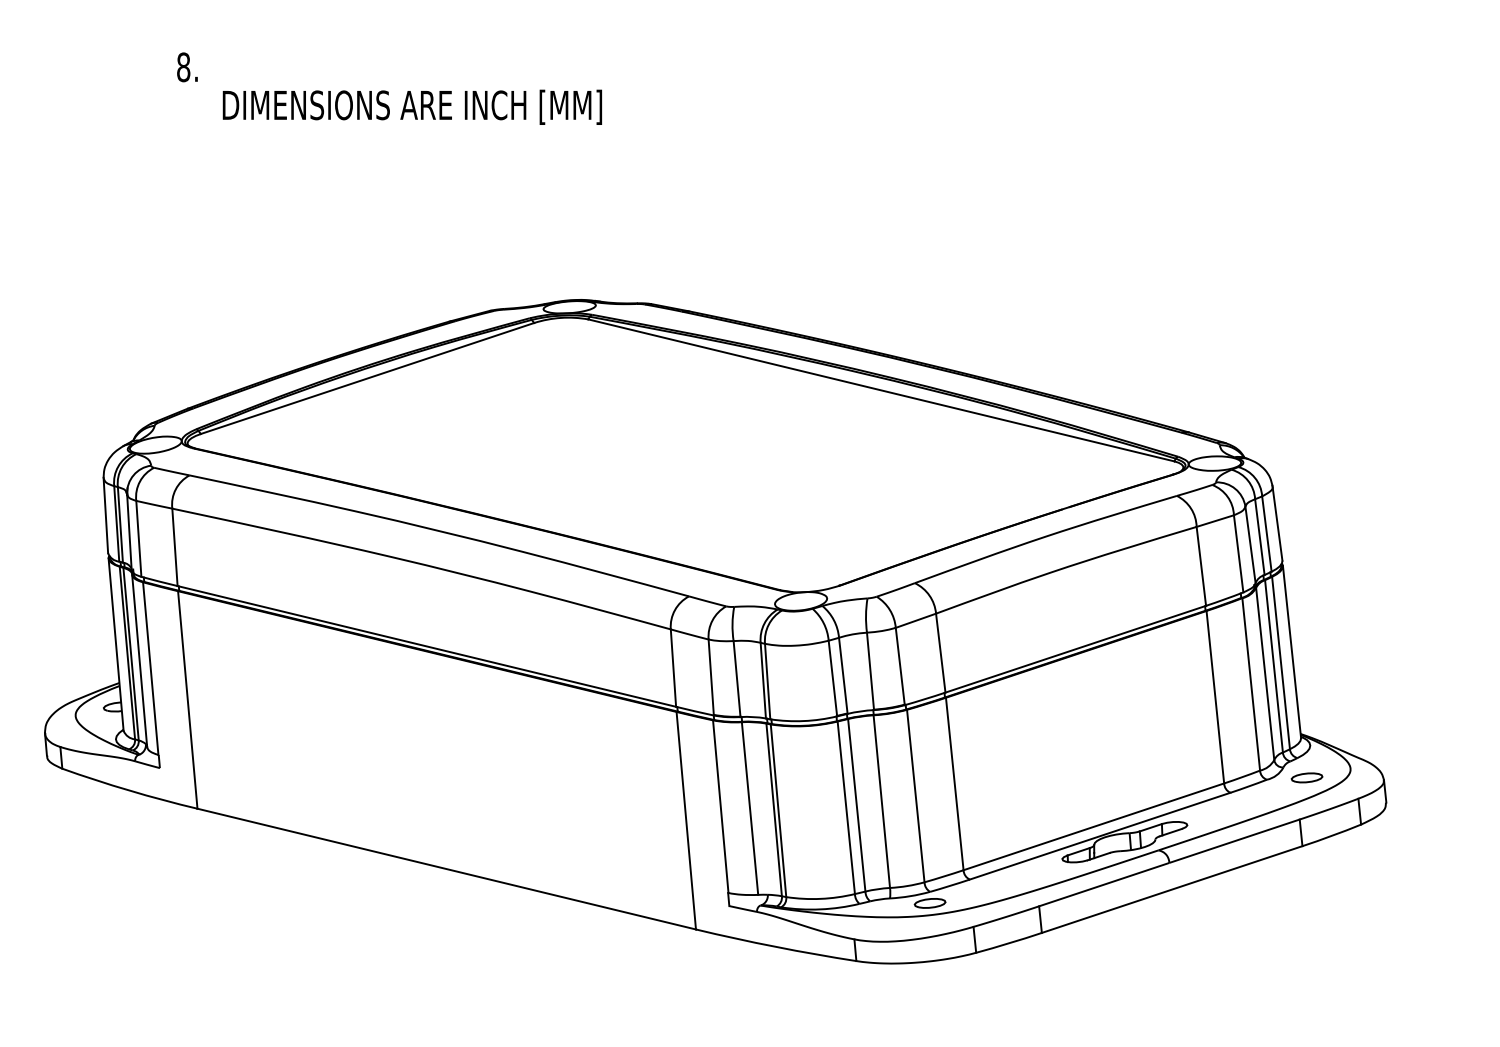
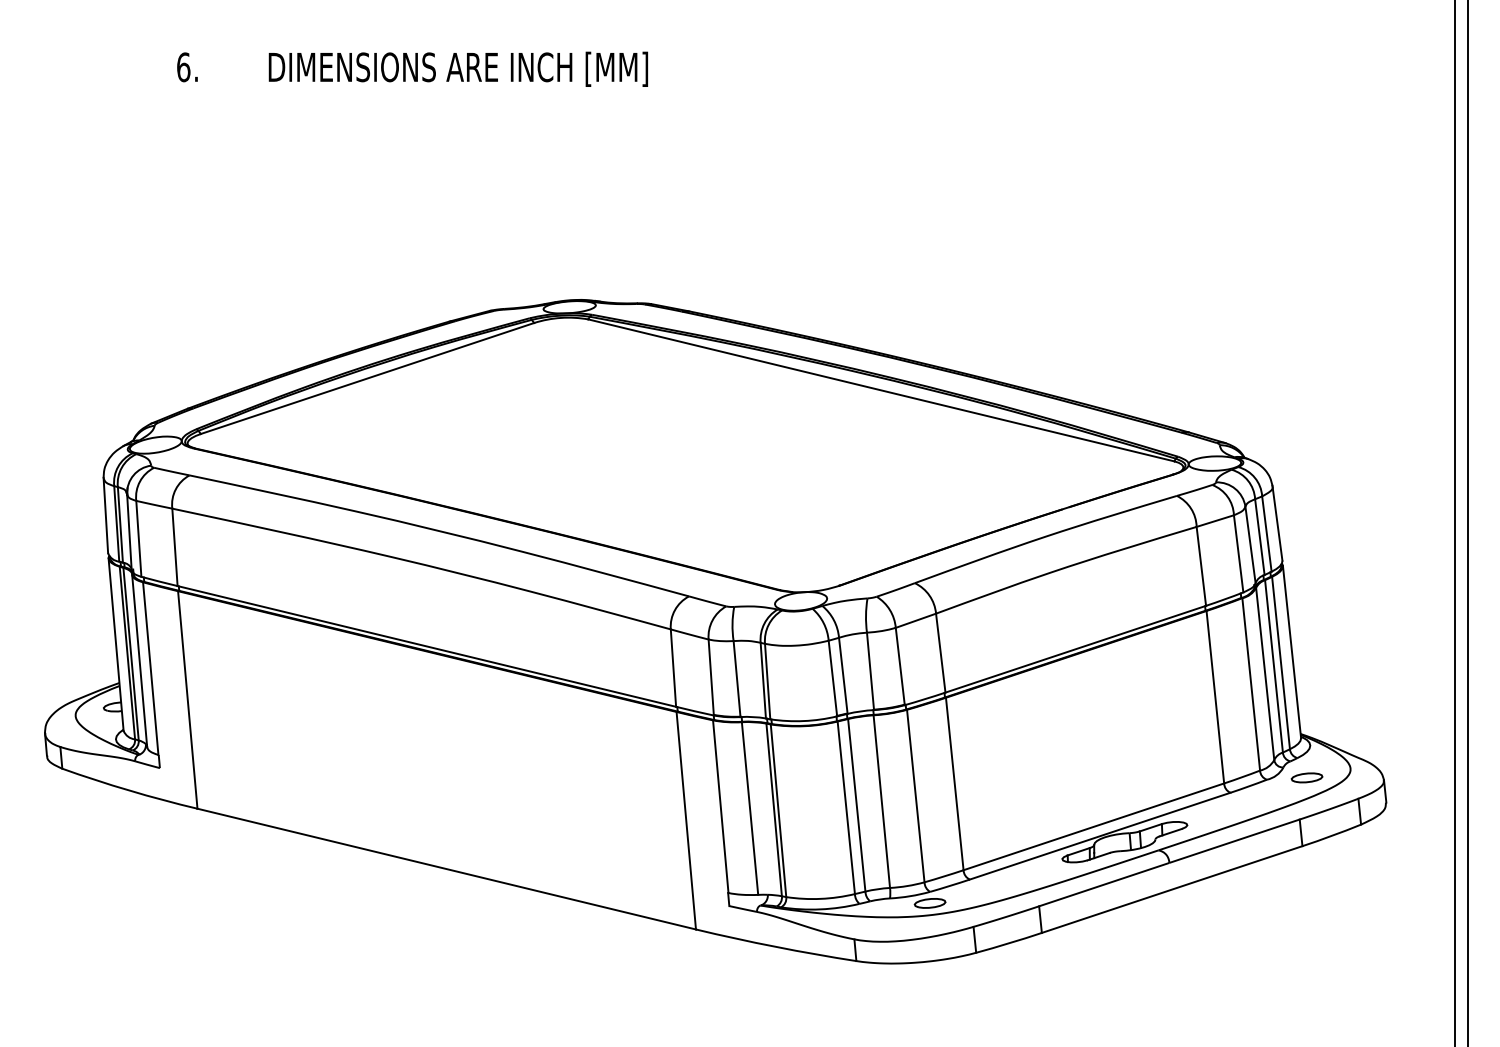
text at (183, 67): 8. -> 6.
text at (411, 106) position: (411, 106) -> (457, 68)
line at (1455, 522): none -> present
line at (1467, 522): none -> present
